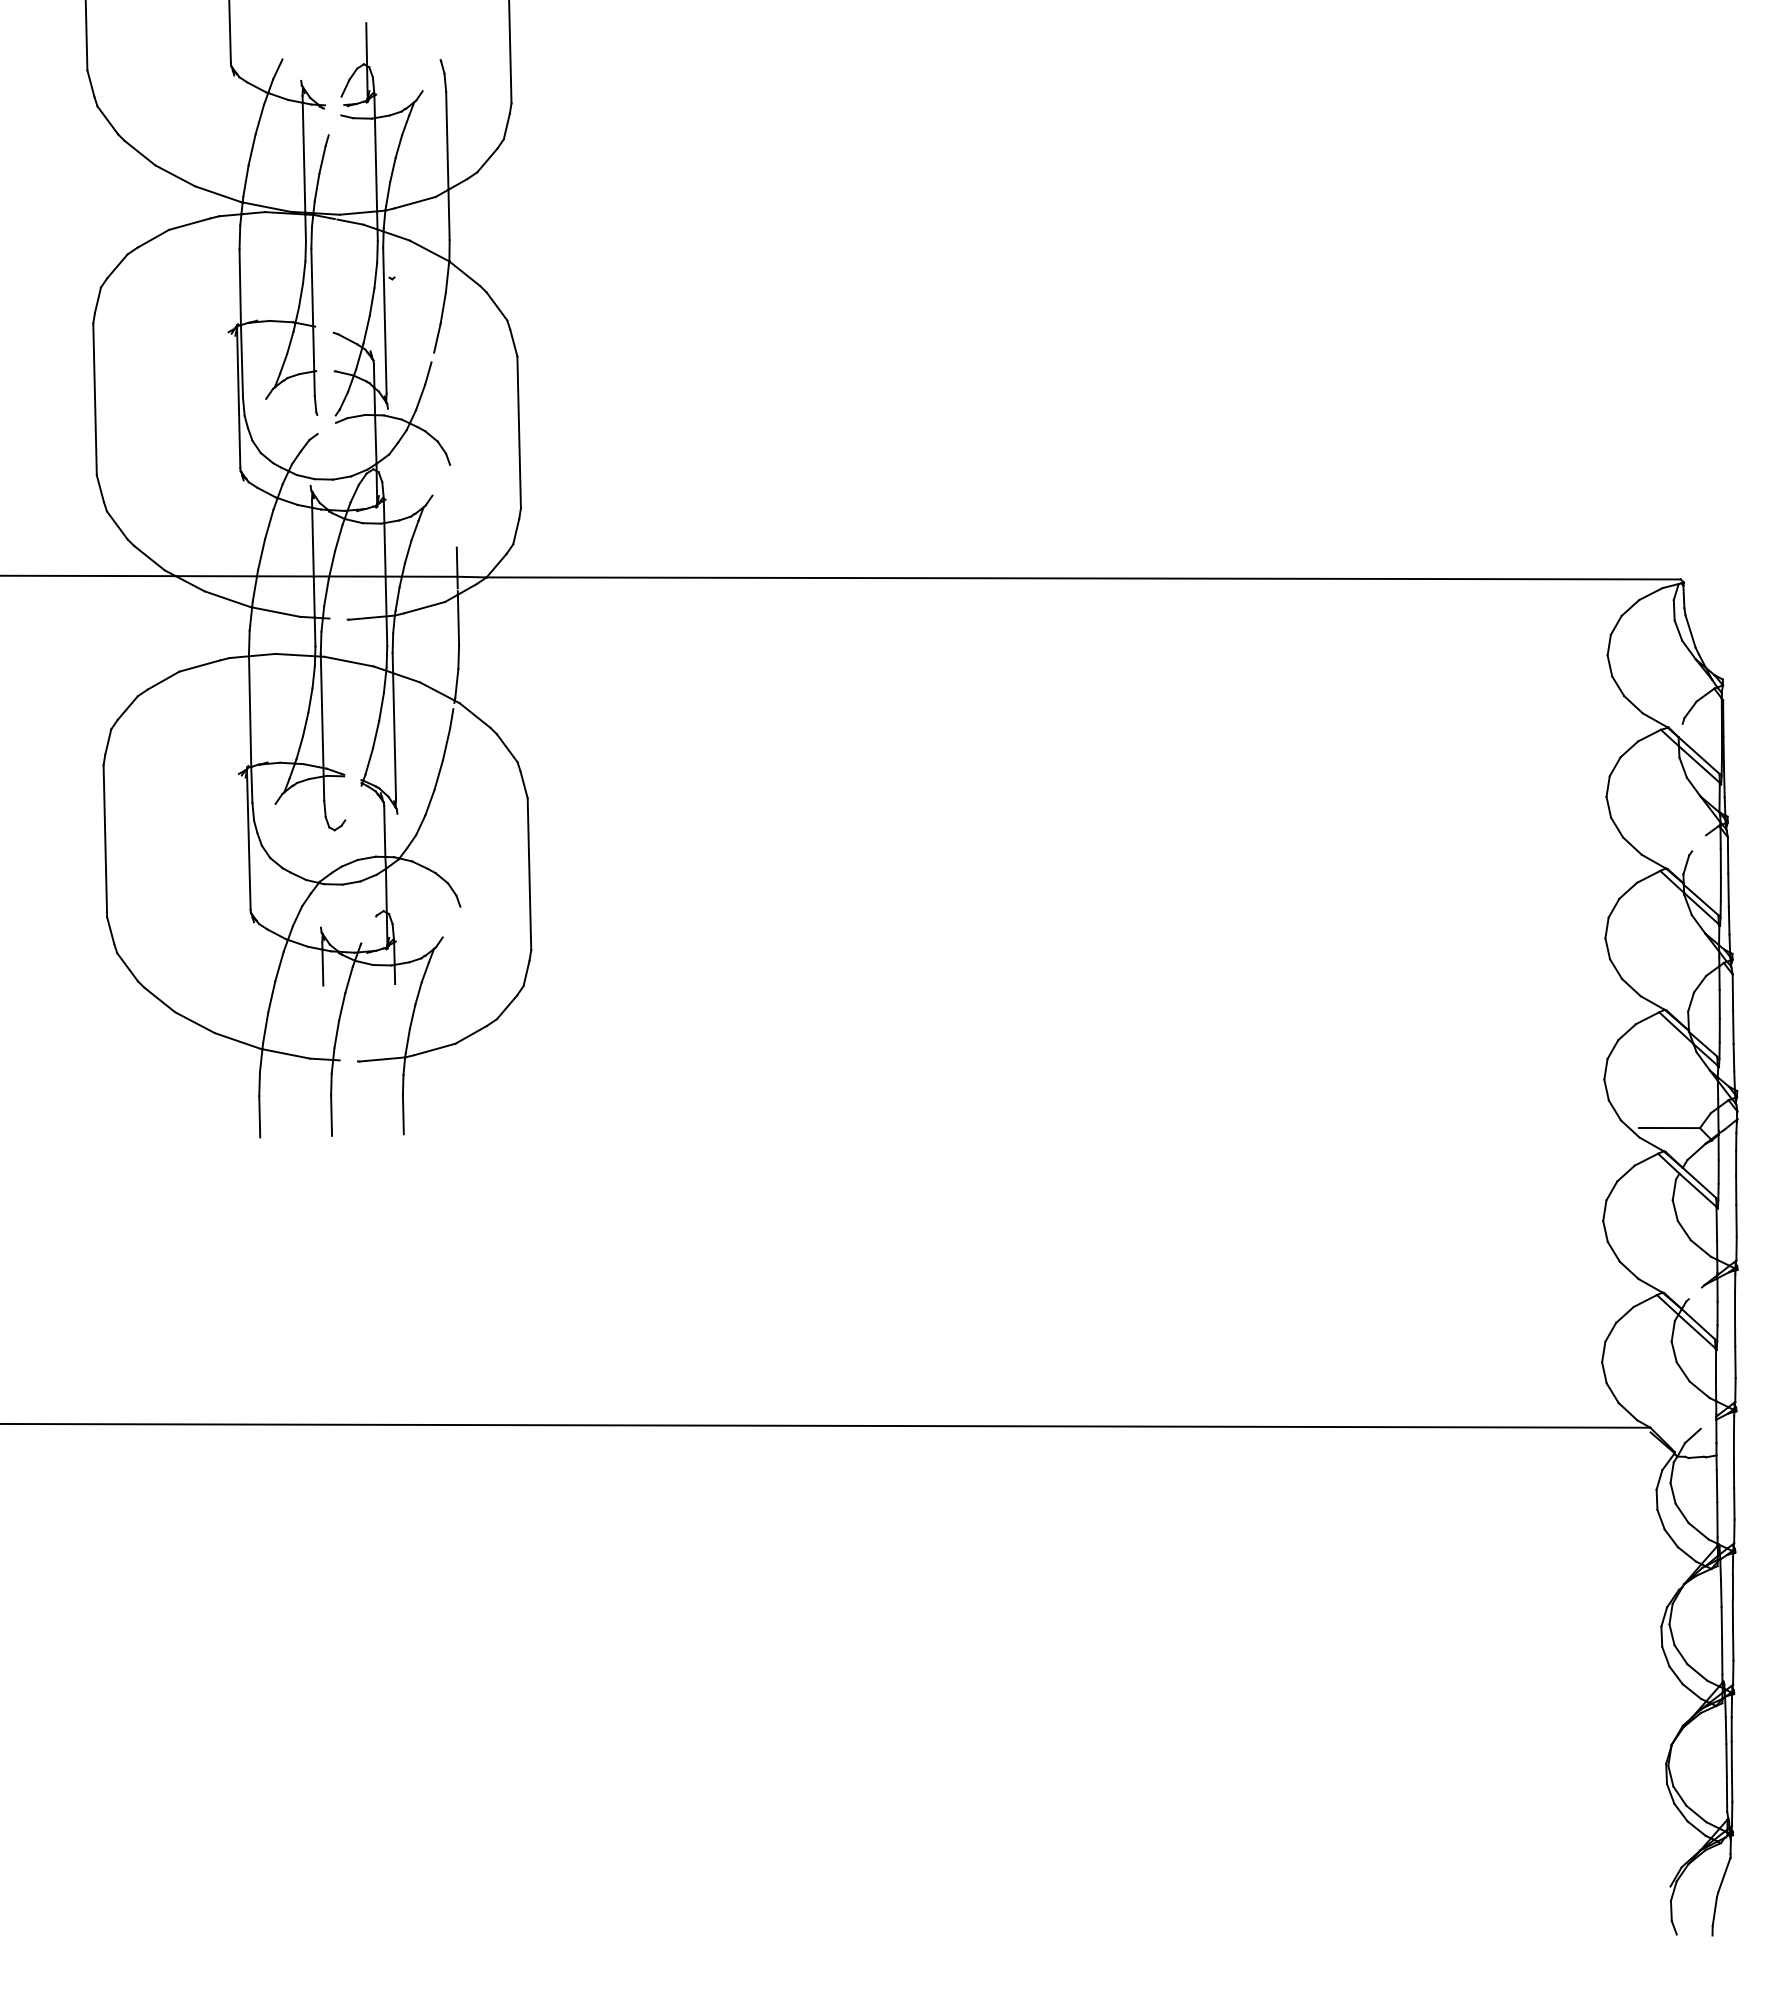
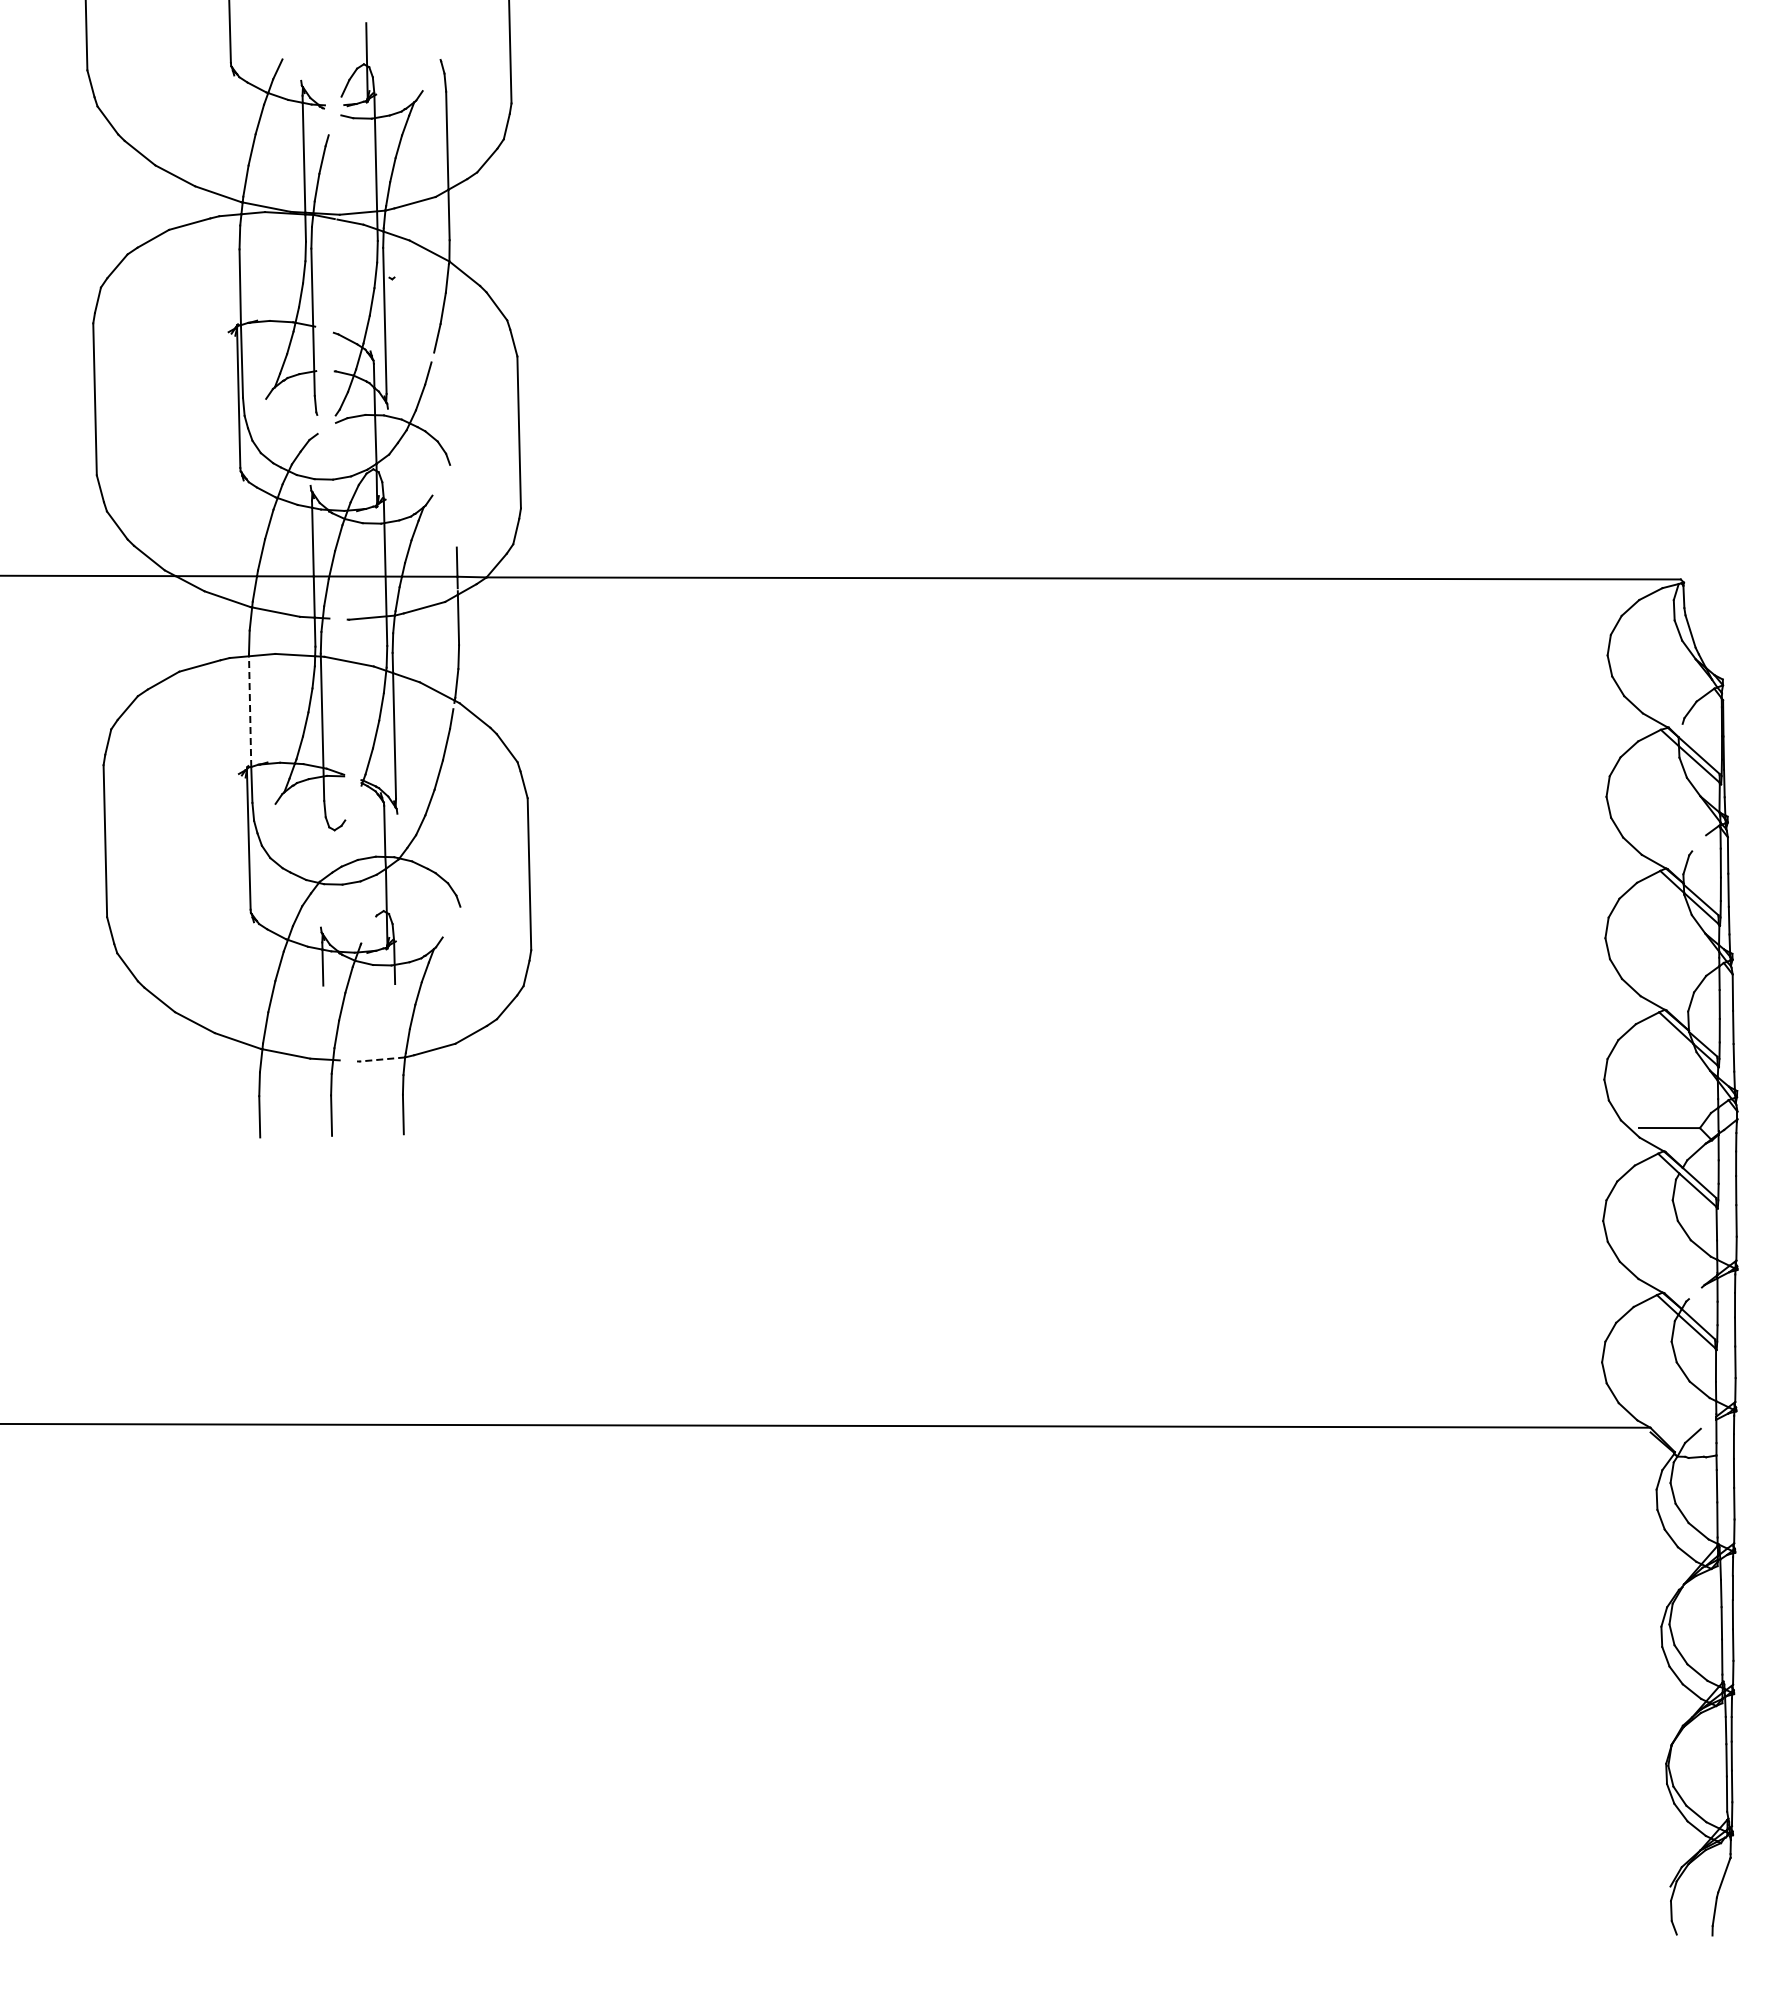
line at (250, 711): solid -> dashed
line at (382, 1059): solid -> dashed
